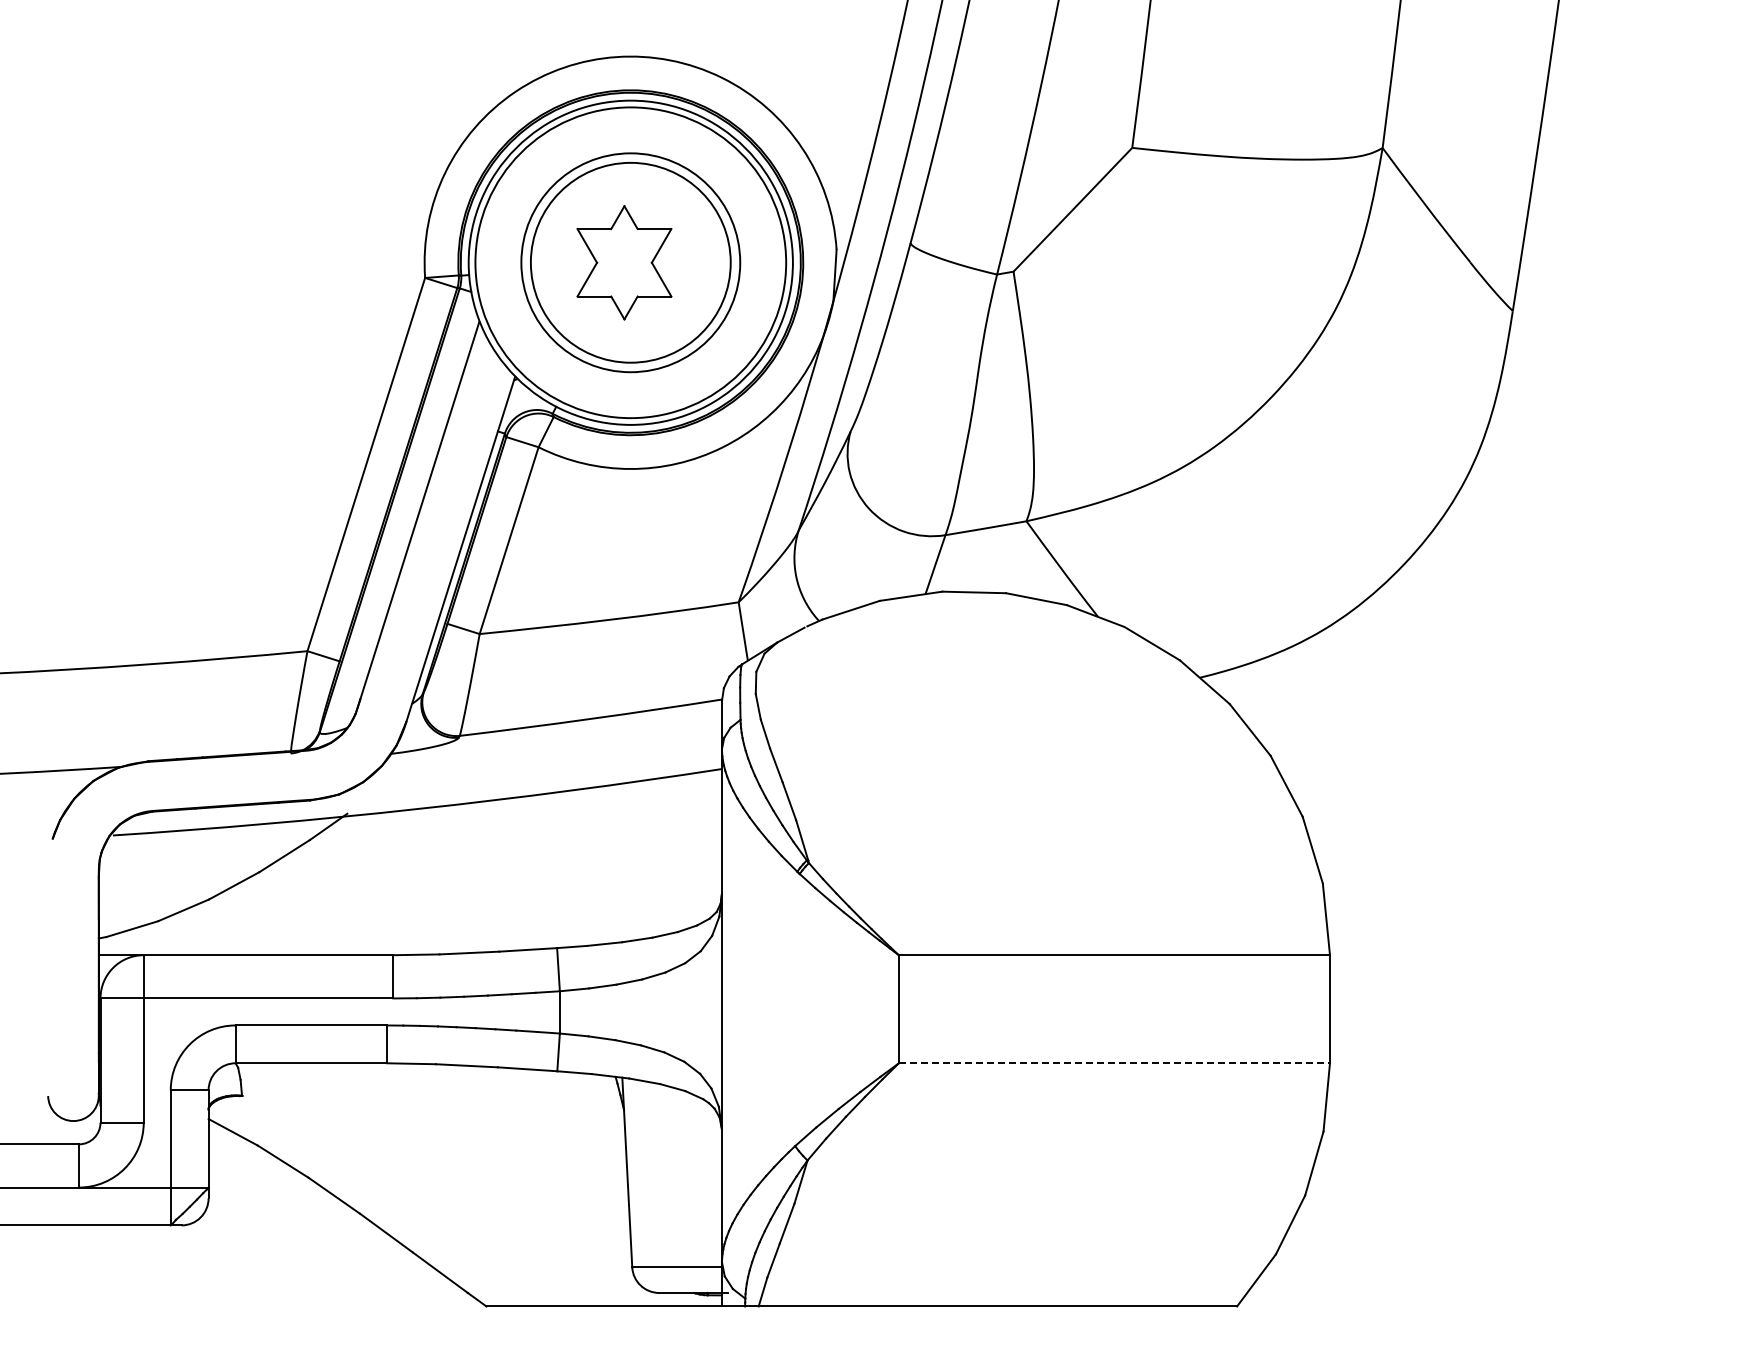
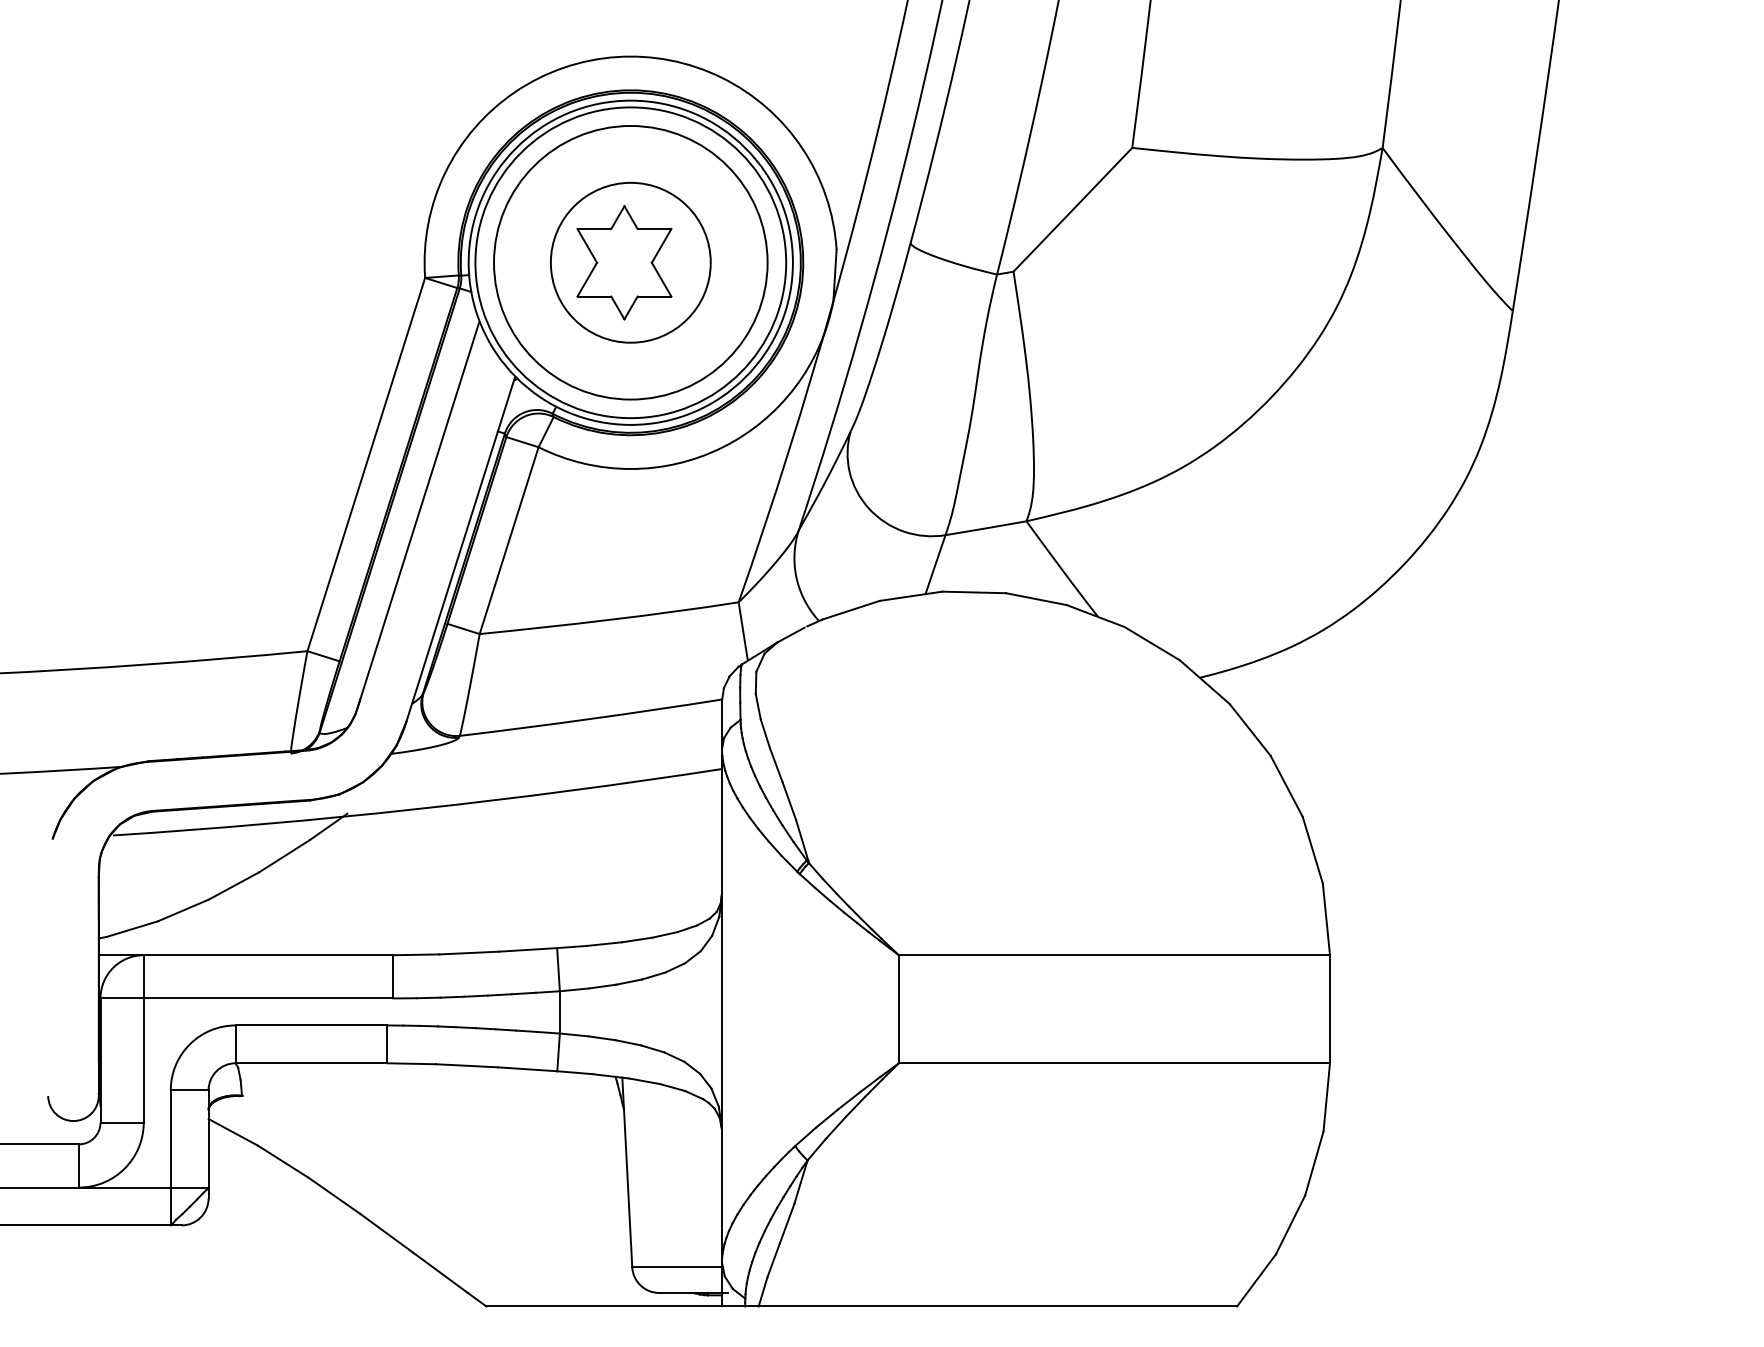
circle at (630, 262) diameter: 200 px -> 160 px
circle at (630, 262) diameter: 219 px -> 274 px
line at (1114, 1063): dashed -> solid
